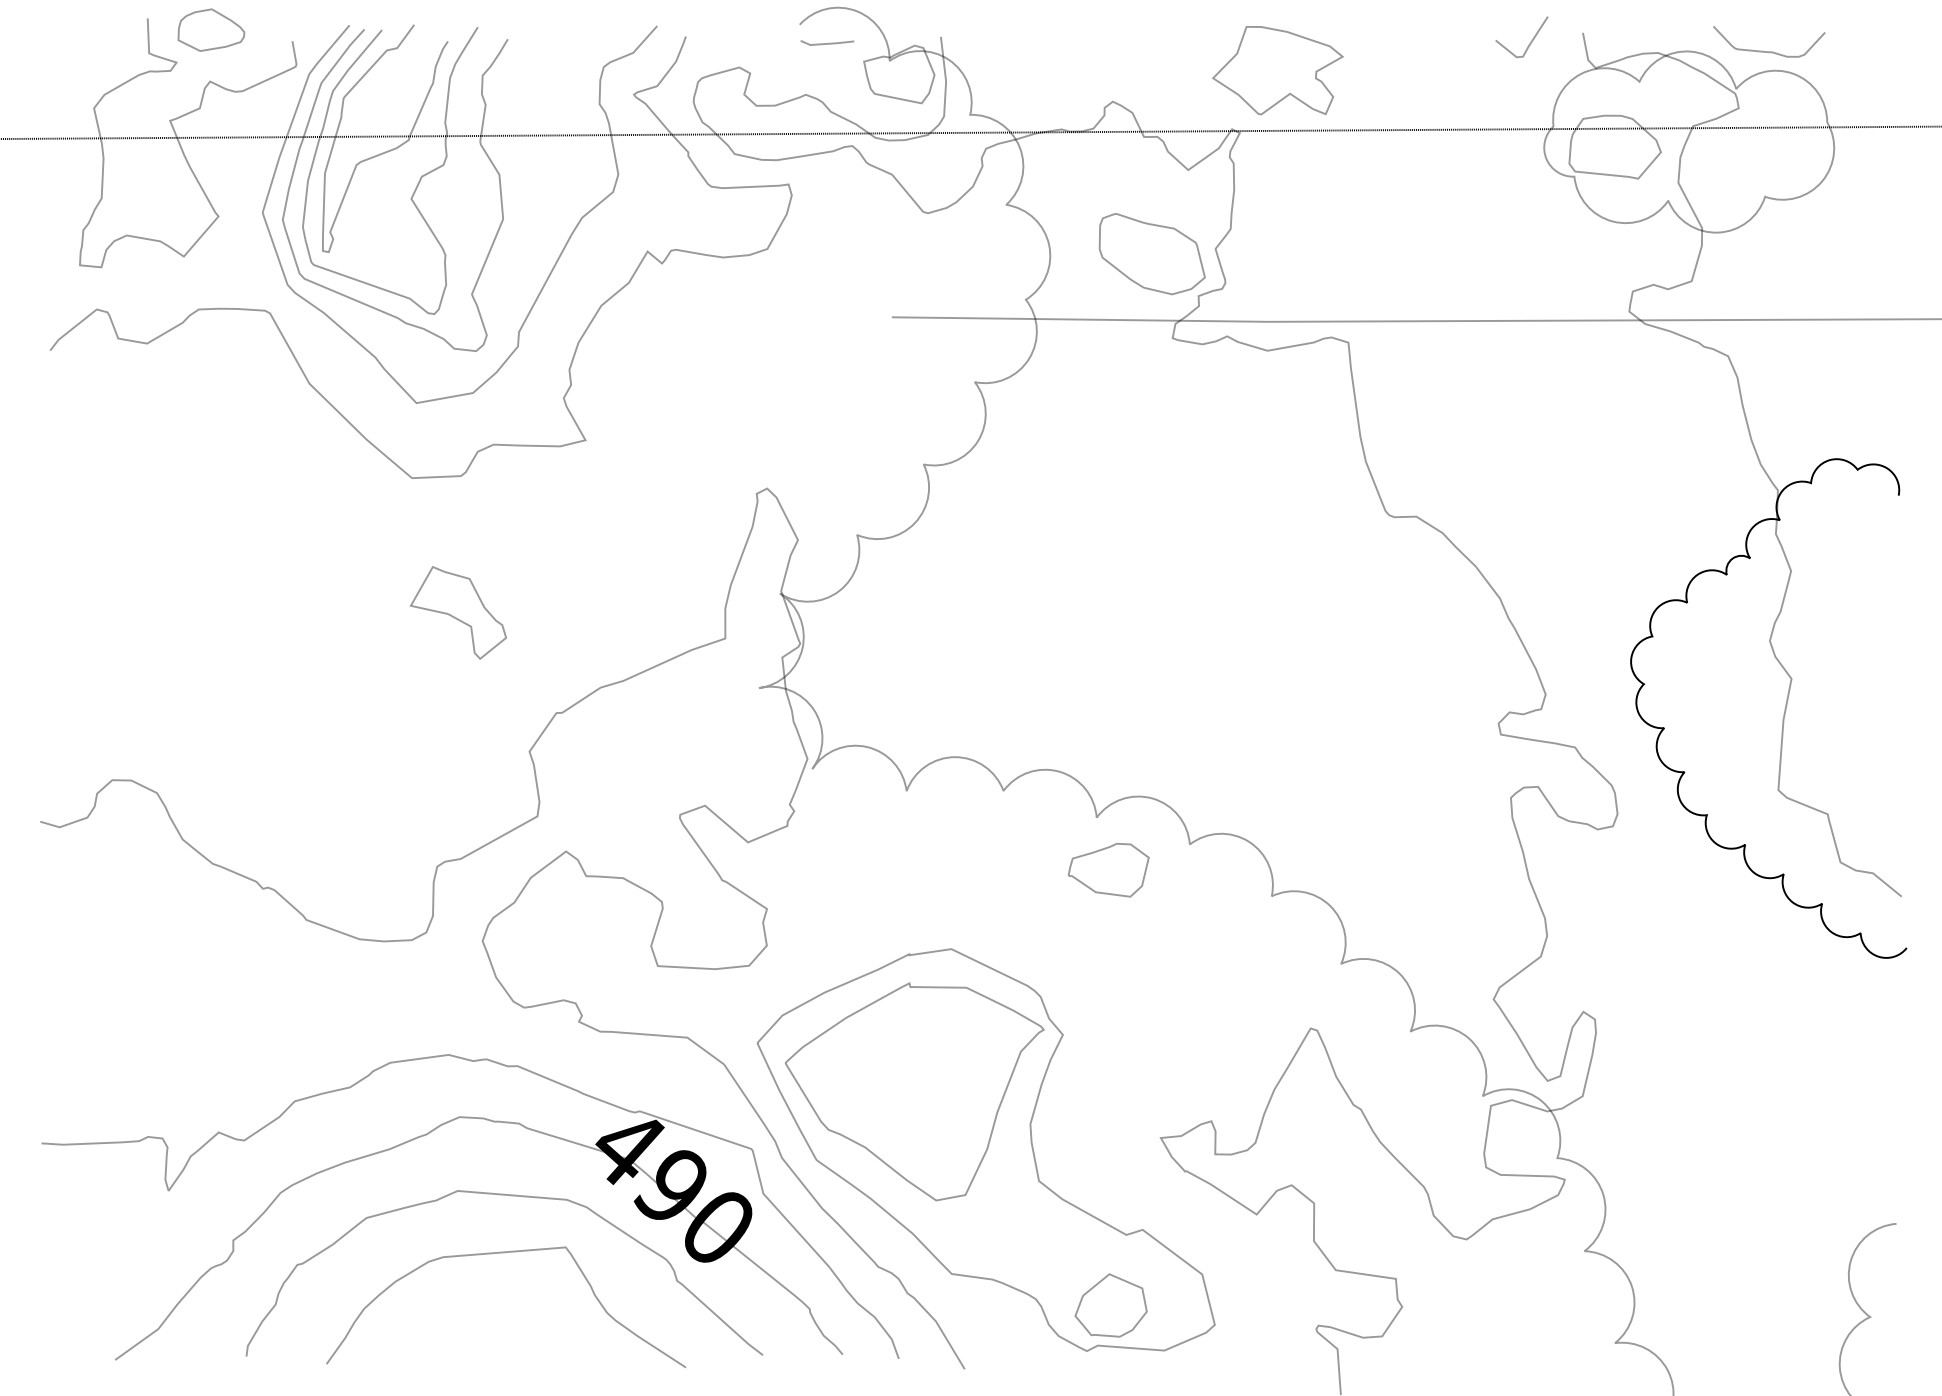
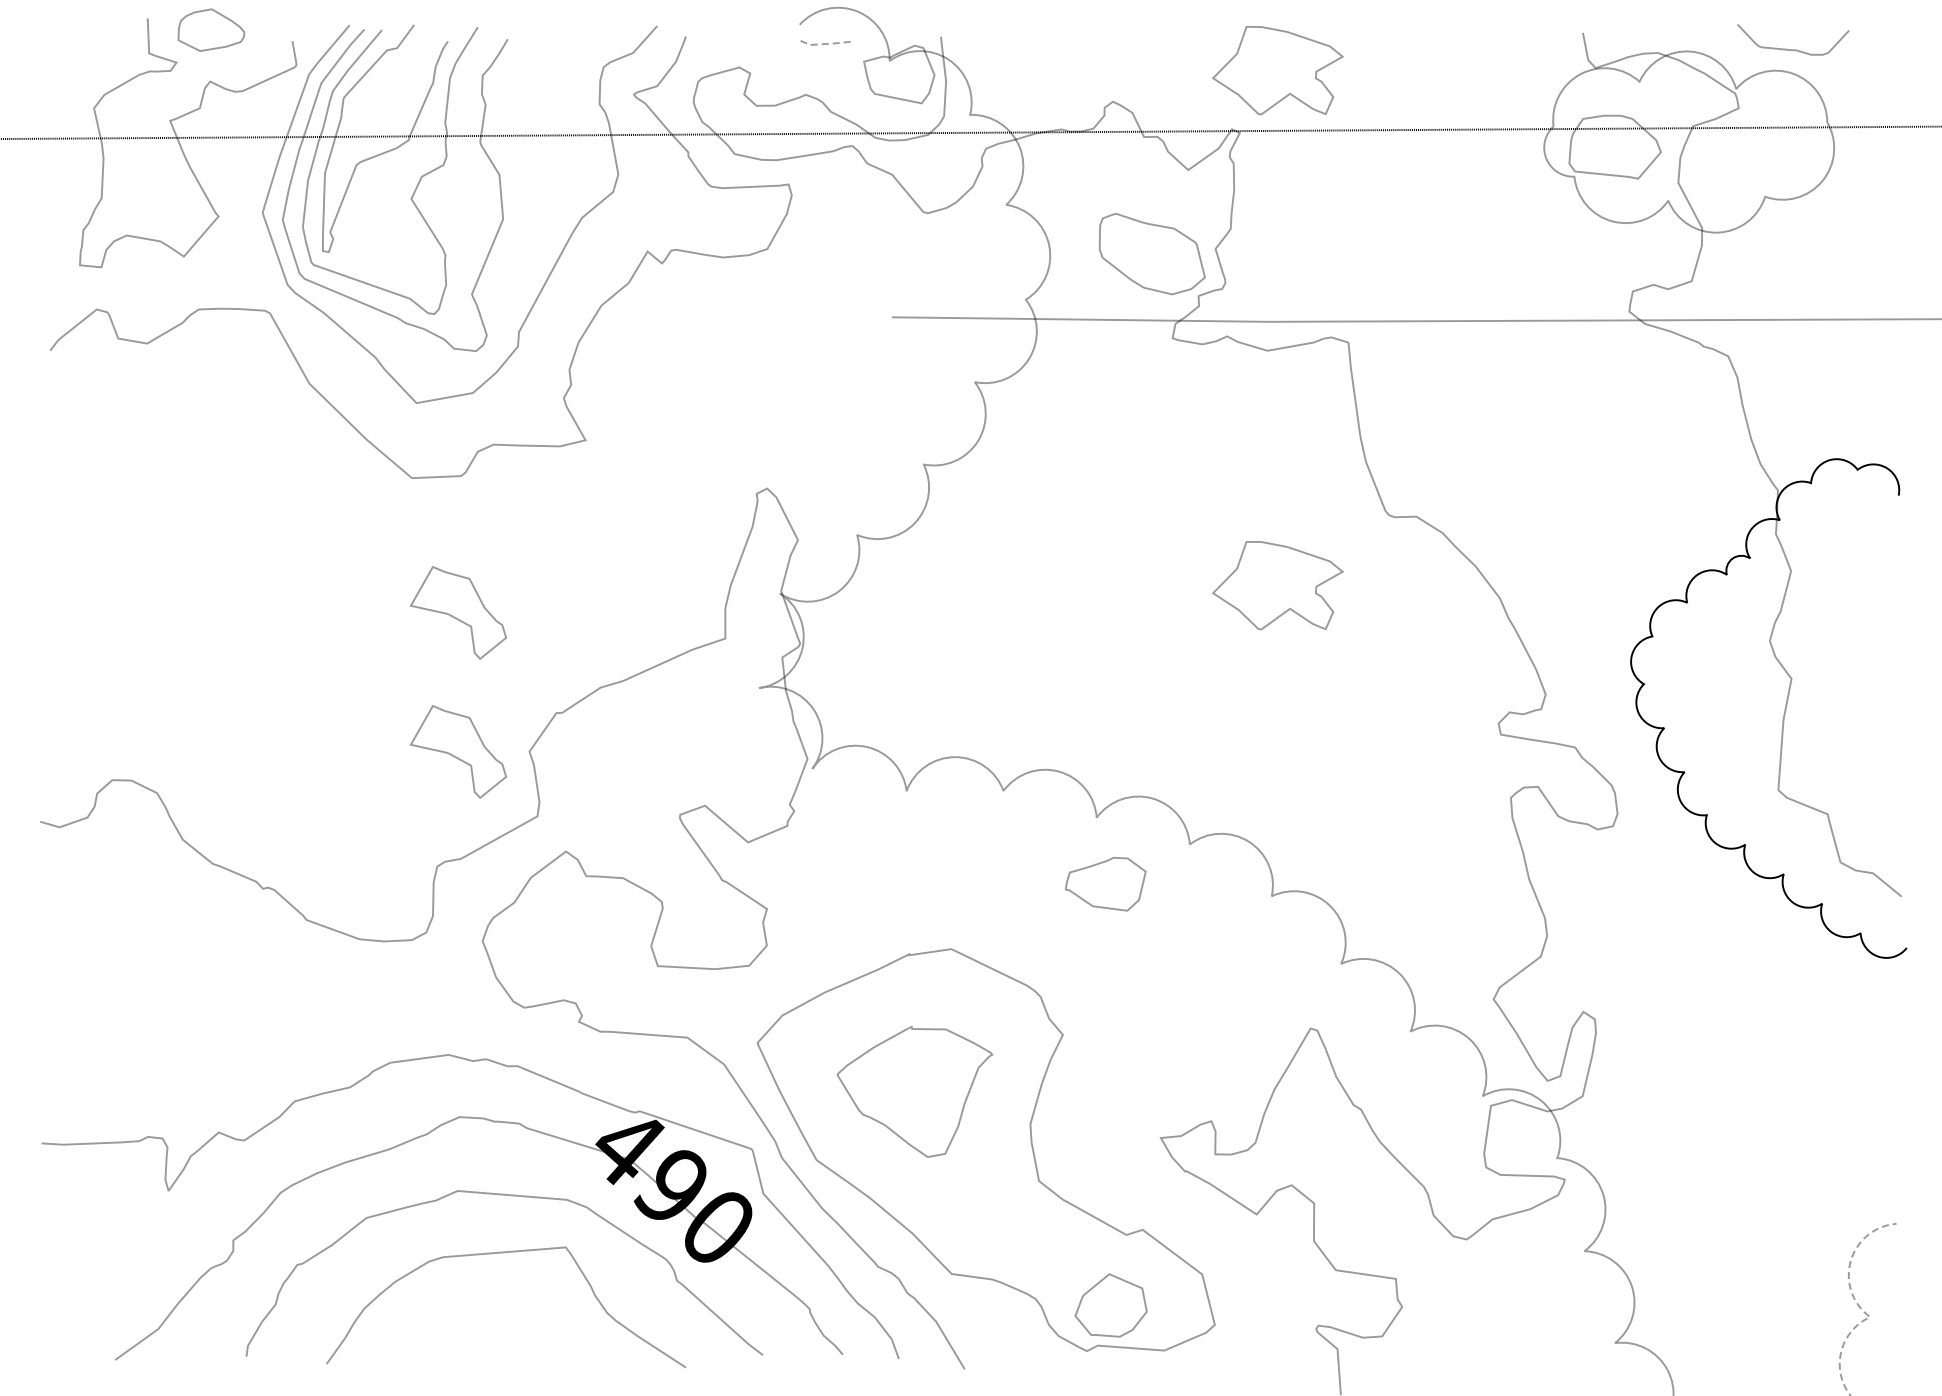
line at (826, 43): solid -> dashed
line at (1529, 43): present -> none
curve at (1769, 51) position: (1769, 51) -> (1793, 49)
part at (1277, 585): none -> present
part at (458, 751): none -> present
part at (1108, 870) position: (1108, 870) -> (1105, 884)
part at (914, 1091) size: 260x220 px -> 158x132 px
line at (1858, 1305): solid -> dashed
